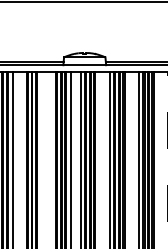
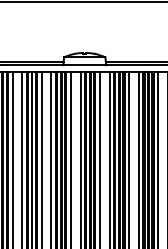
line at (22, 158): none -> present
line at (41, 158): none -> present
line at (51, 158): none -> present
line at (99, 158): none -> present
line at (129, 158): none -> present
line at (158, 158): none -> present
line at (167, 160): dashed -> solid
